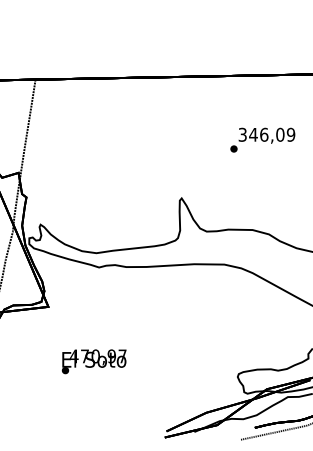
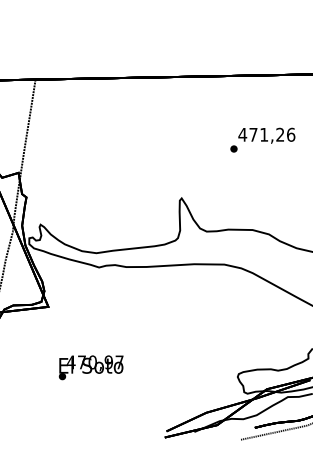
text at (266, 134): 346,09 -> 471,26
text at (93, 361) position: (93, 361) -> (90, 367)
